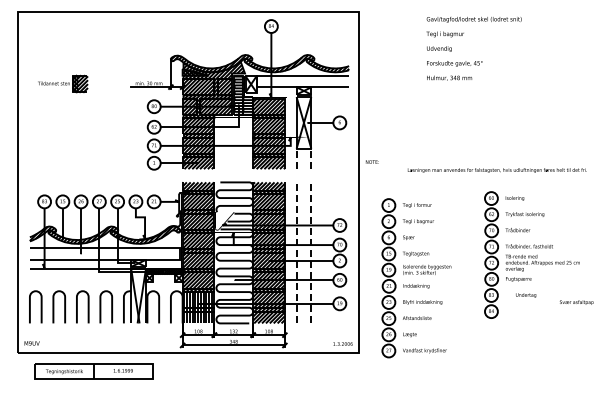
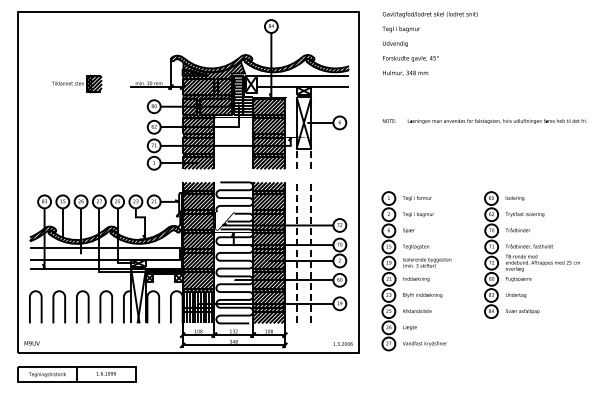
text at (473, 48) position: (473, 48) -> (429, 43)
part at (63, 83) position: (63, 83) -> (77, 83)
text at (371, 161) position: (371, 161) -> (388, 120)
text at (496, 170) position: (496, 170) -> (496, 121)
part at (416, 278) position: (416, 278) -> (416, 271)
text at (526, 295) position: (526, 295) -> (516, 295)
text at (576, 302) position: (576, 302) -> (522, 311)
part at (93, 371) position: (93, 371) -> (76, 374)
